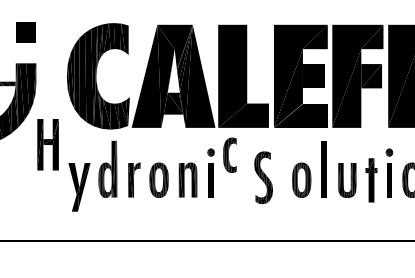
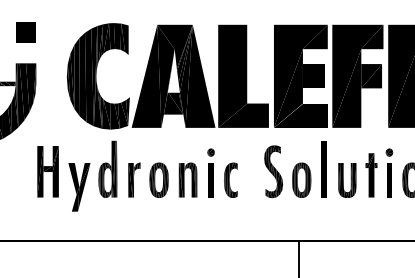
part at (47, 144) position: (47, 144) -> (47, 171)
part at (229, 154) position: (229, 154) -> (230, 179)
part at (263, 177) position: (263, 177) -> (273, 171)
part at (371, 180) position: (371, 180) -> (371, 175)
line at (298, 257): none -> present
